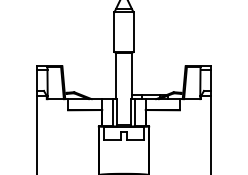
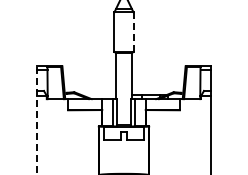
line at (133, 32): solid -> dashed
line at (36, 120): solid -> dashed
